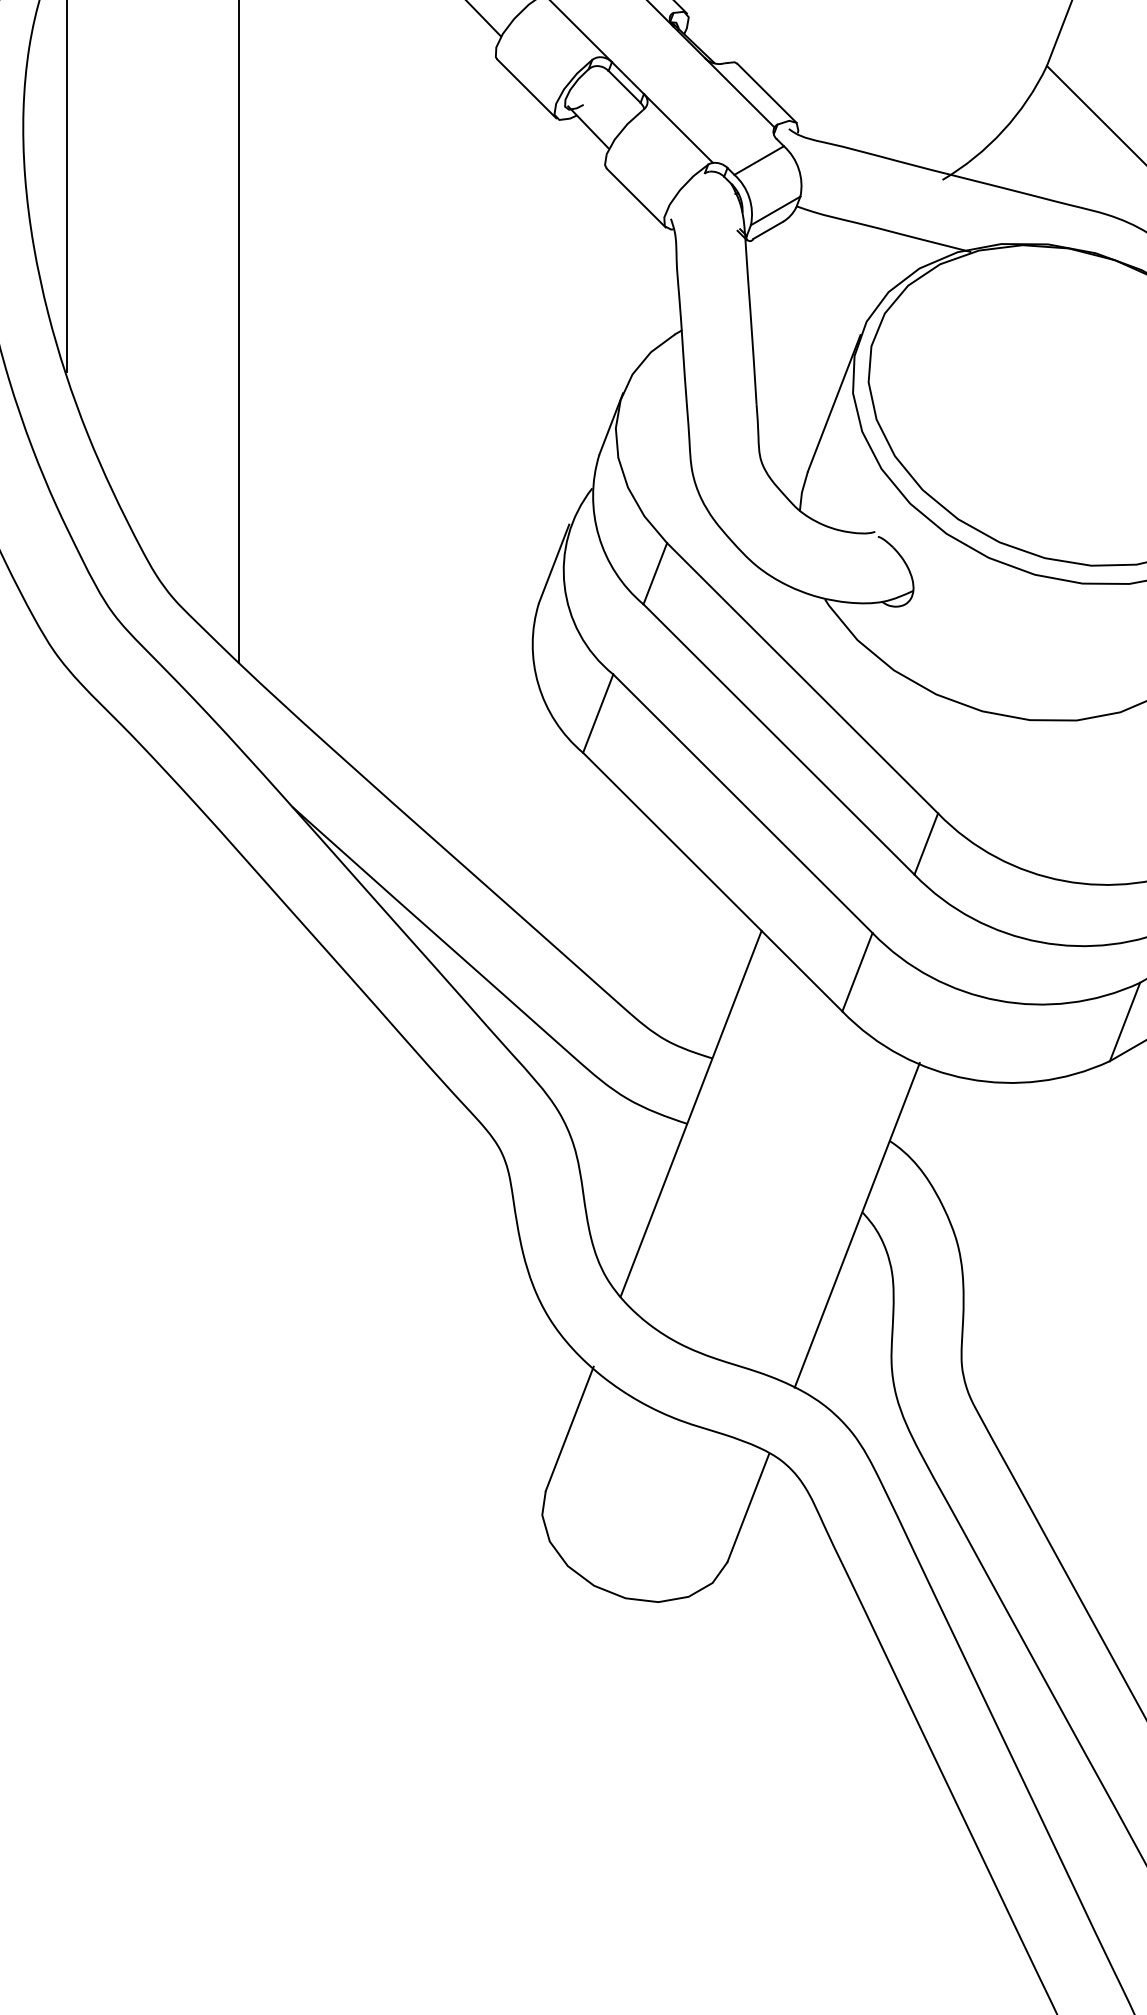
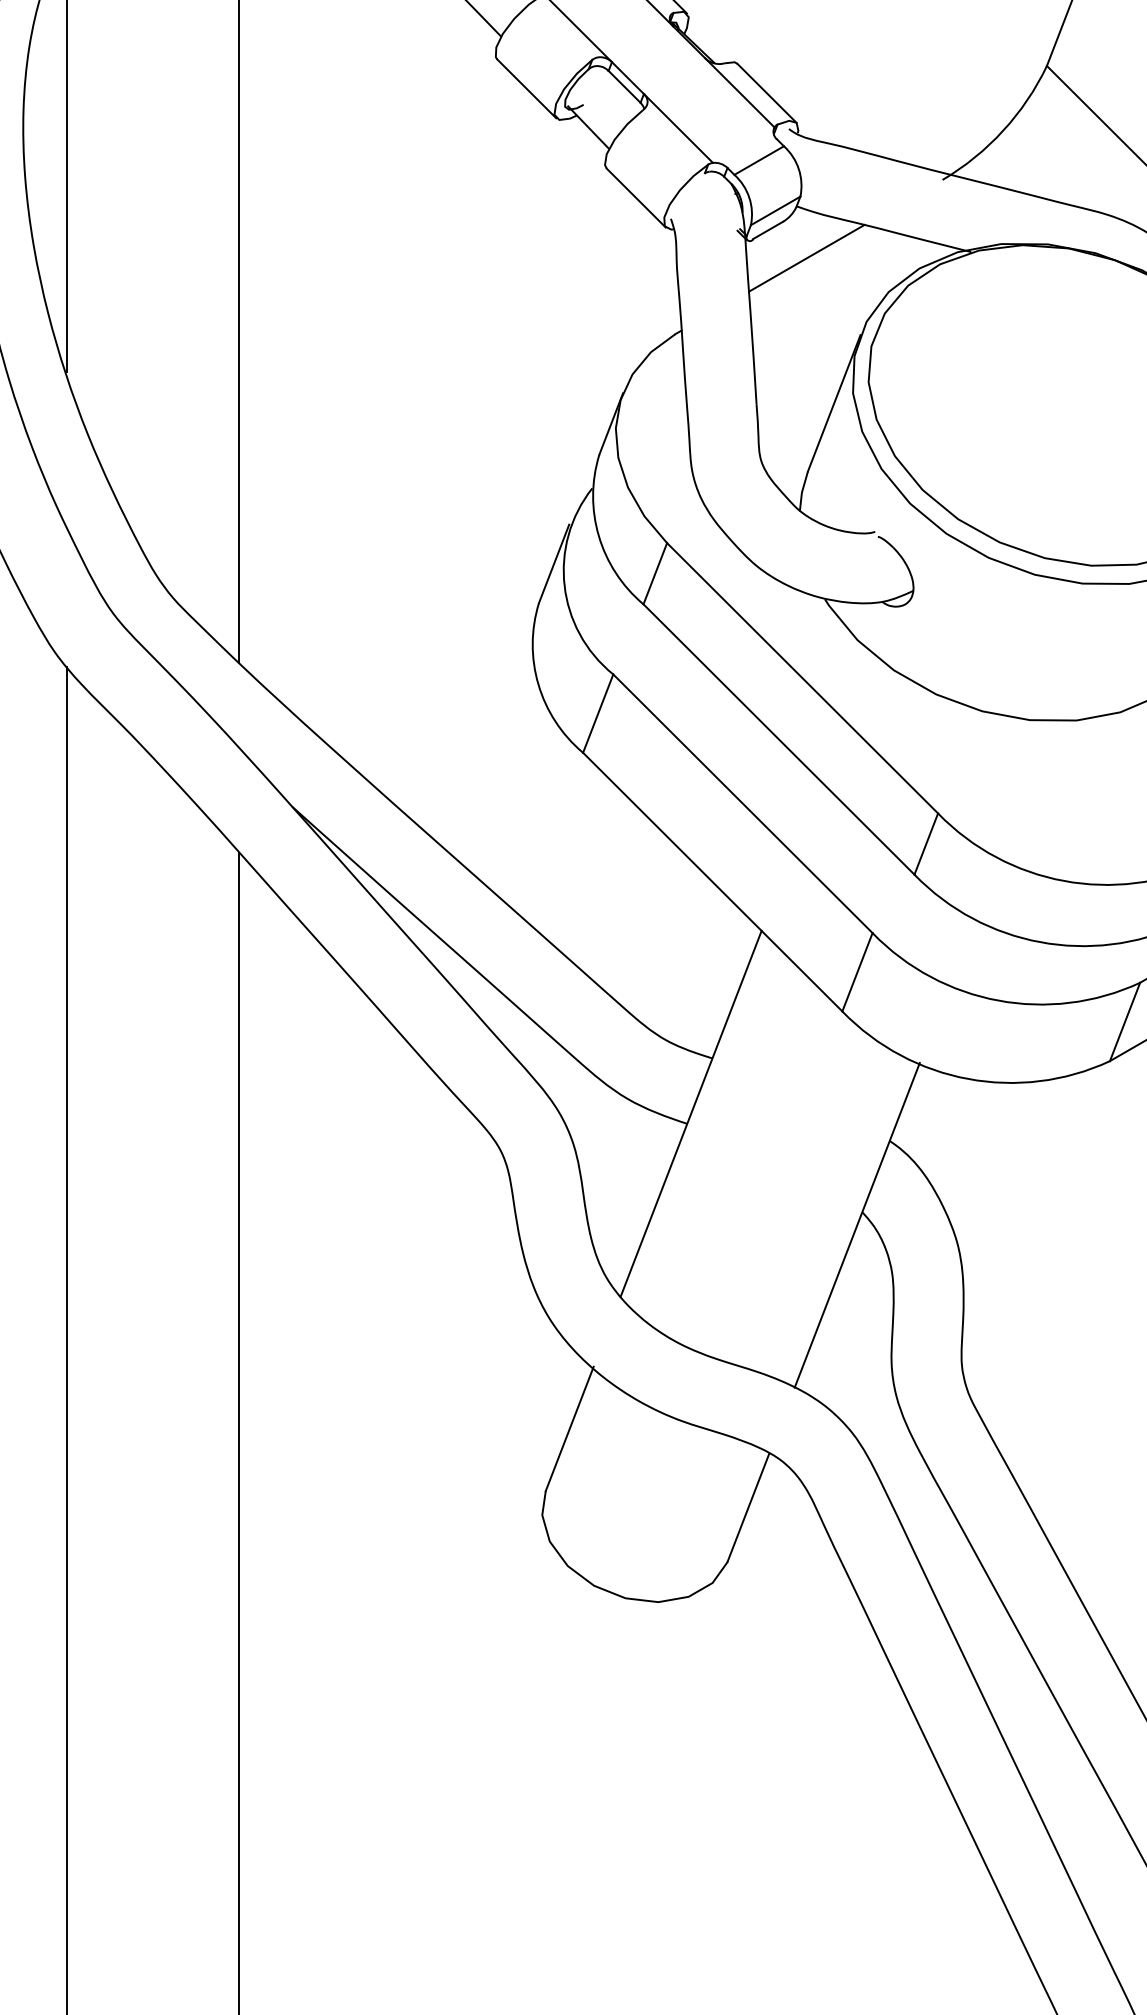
line at (806, 257): none -> present
line at (67, 1339): none -> present
line at (239, 1431): none -> present
